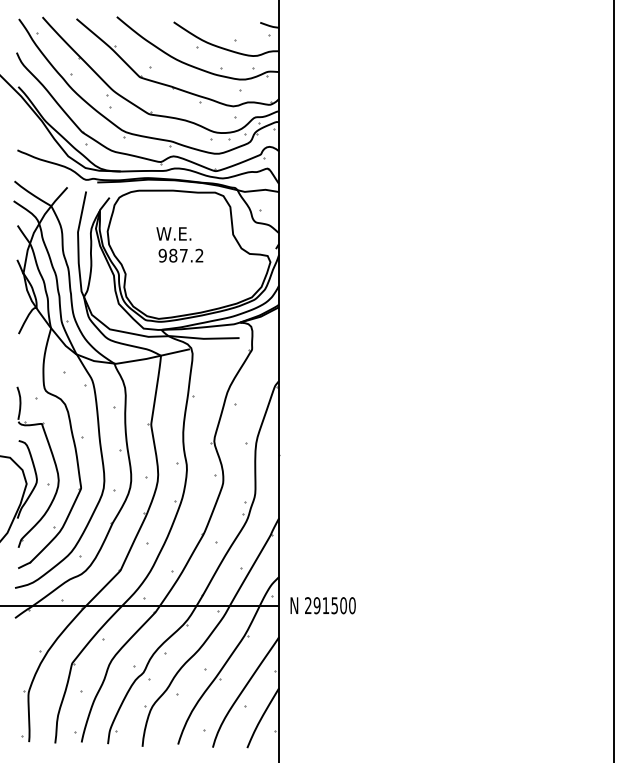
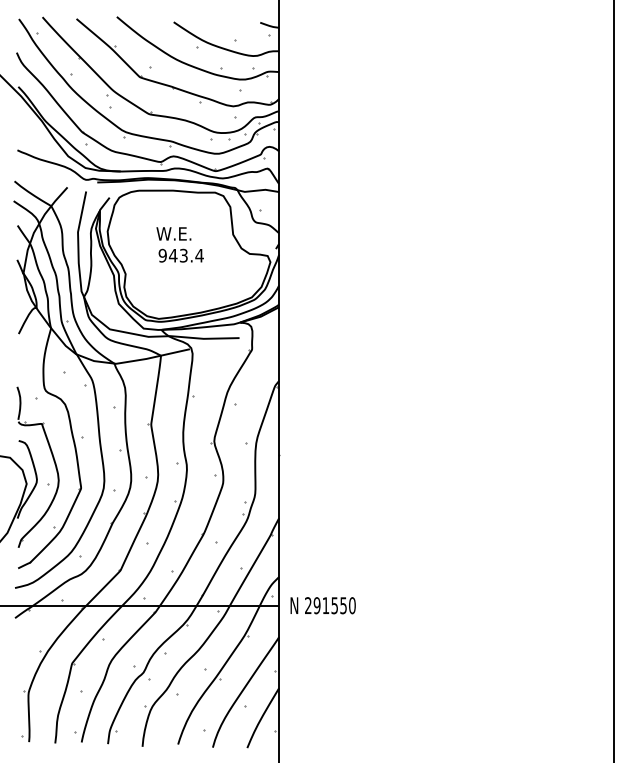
text at (185, 255): 987.2 -> 943.4
text at (343, 605): 291500 -> 291550
